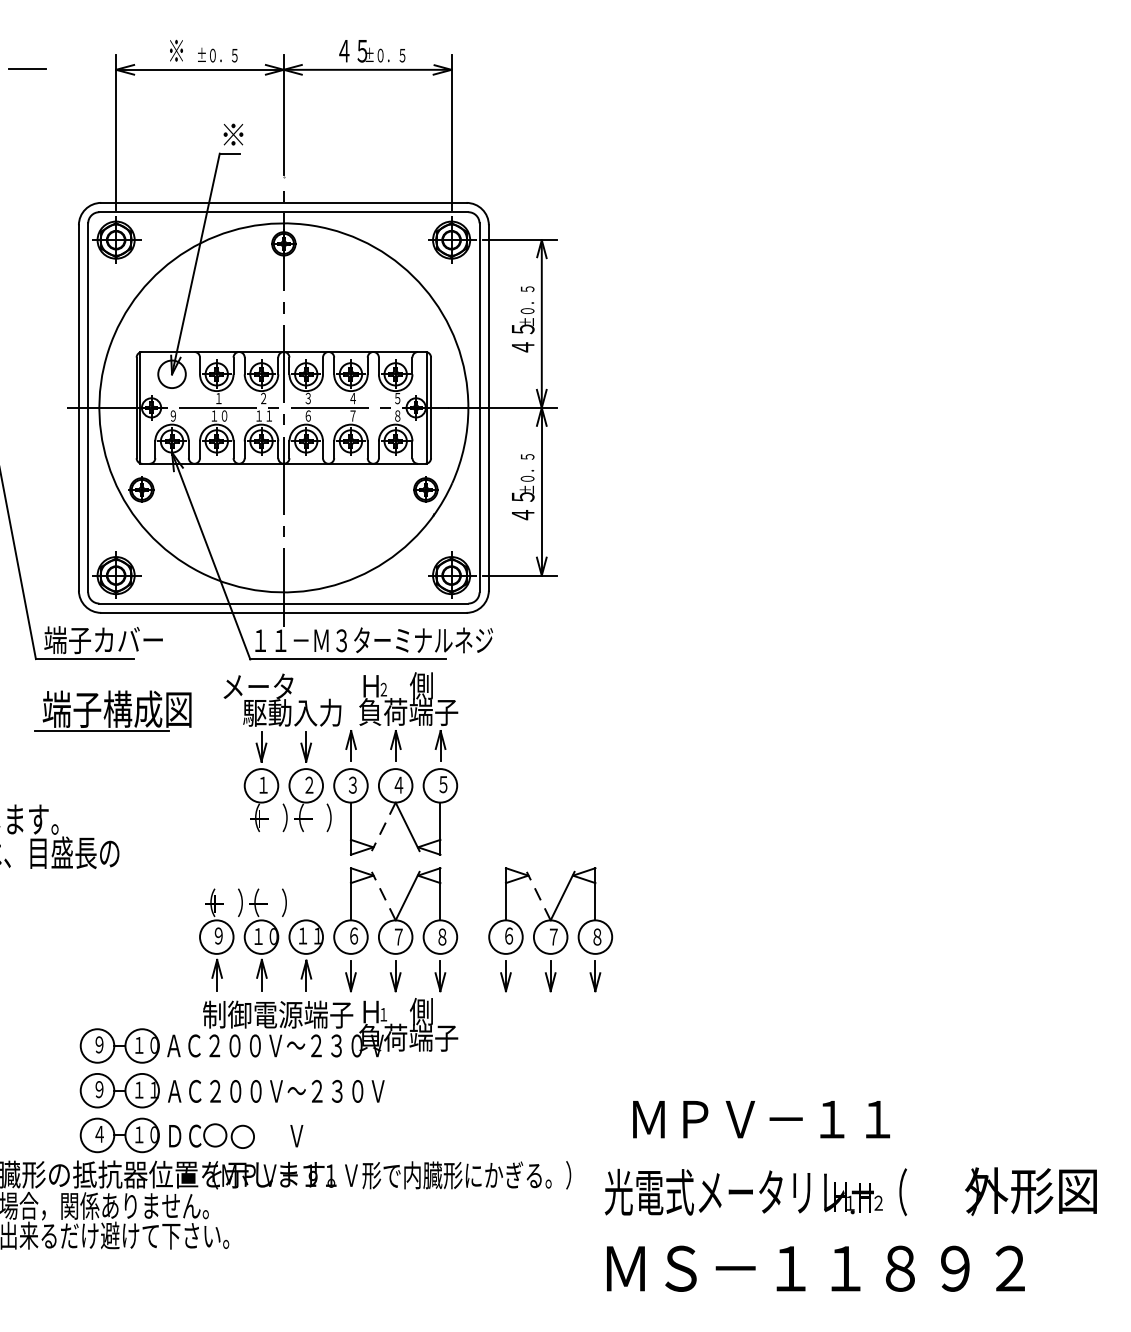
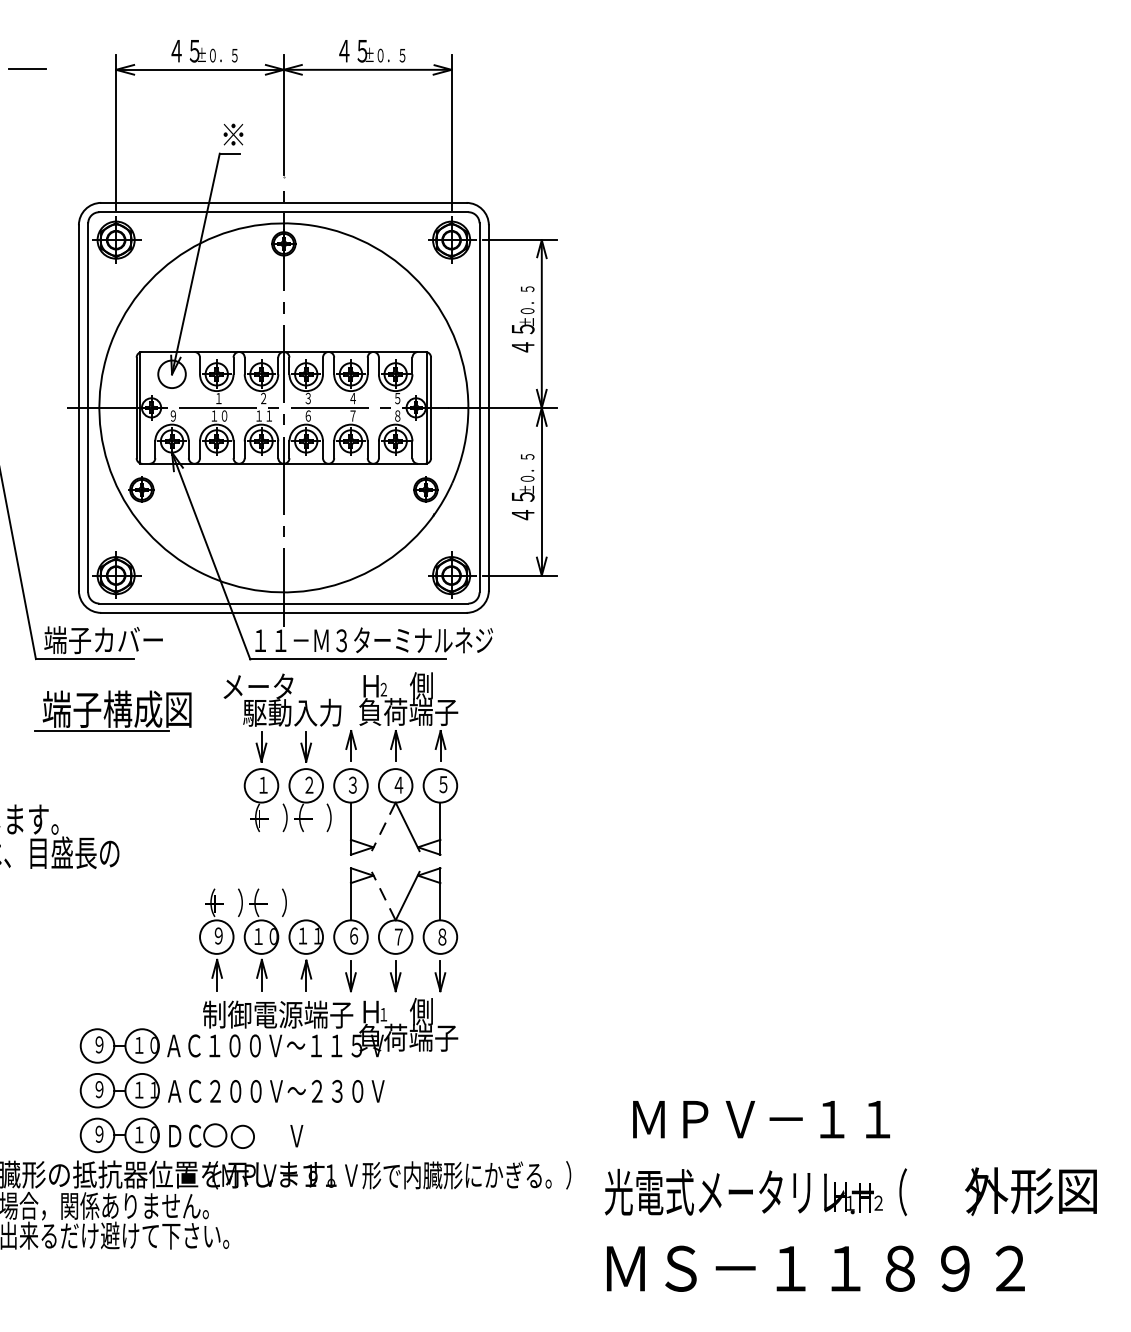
text at (184, 50): ※ -> ４５
part at (550, 929): present -> none
text at (285, 1045): ＡＣ２００Ｖ～２３０Ｖ -> ＡＣ１００Ｖ～１１５Ｖ
text at (99, 1133): ４ -> ９
